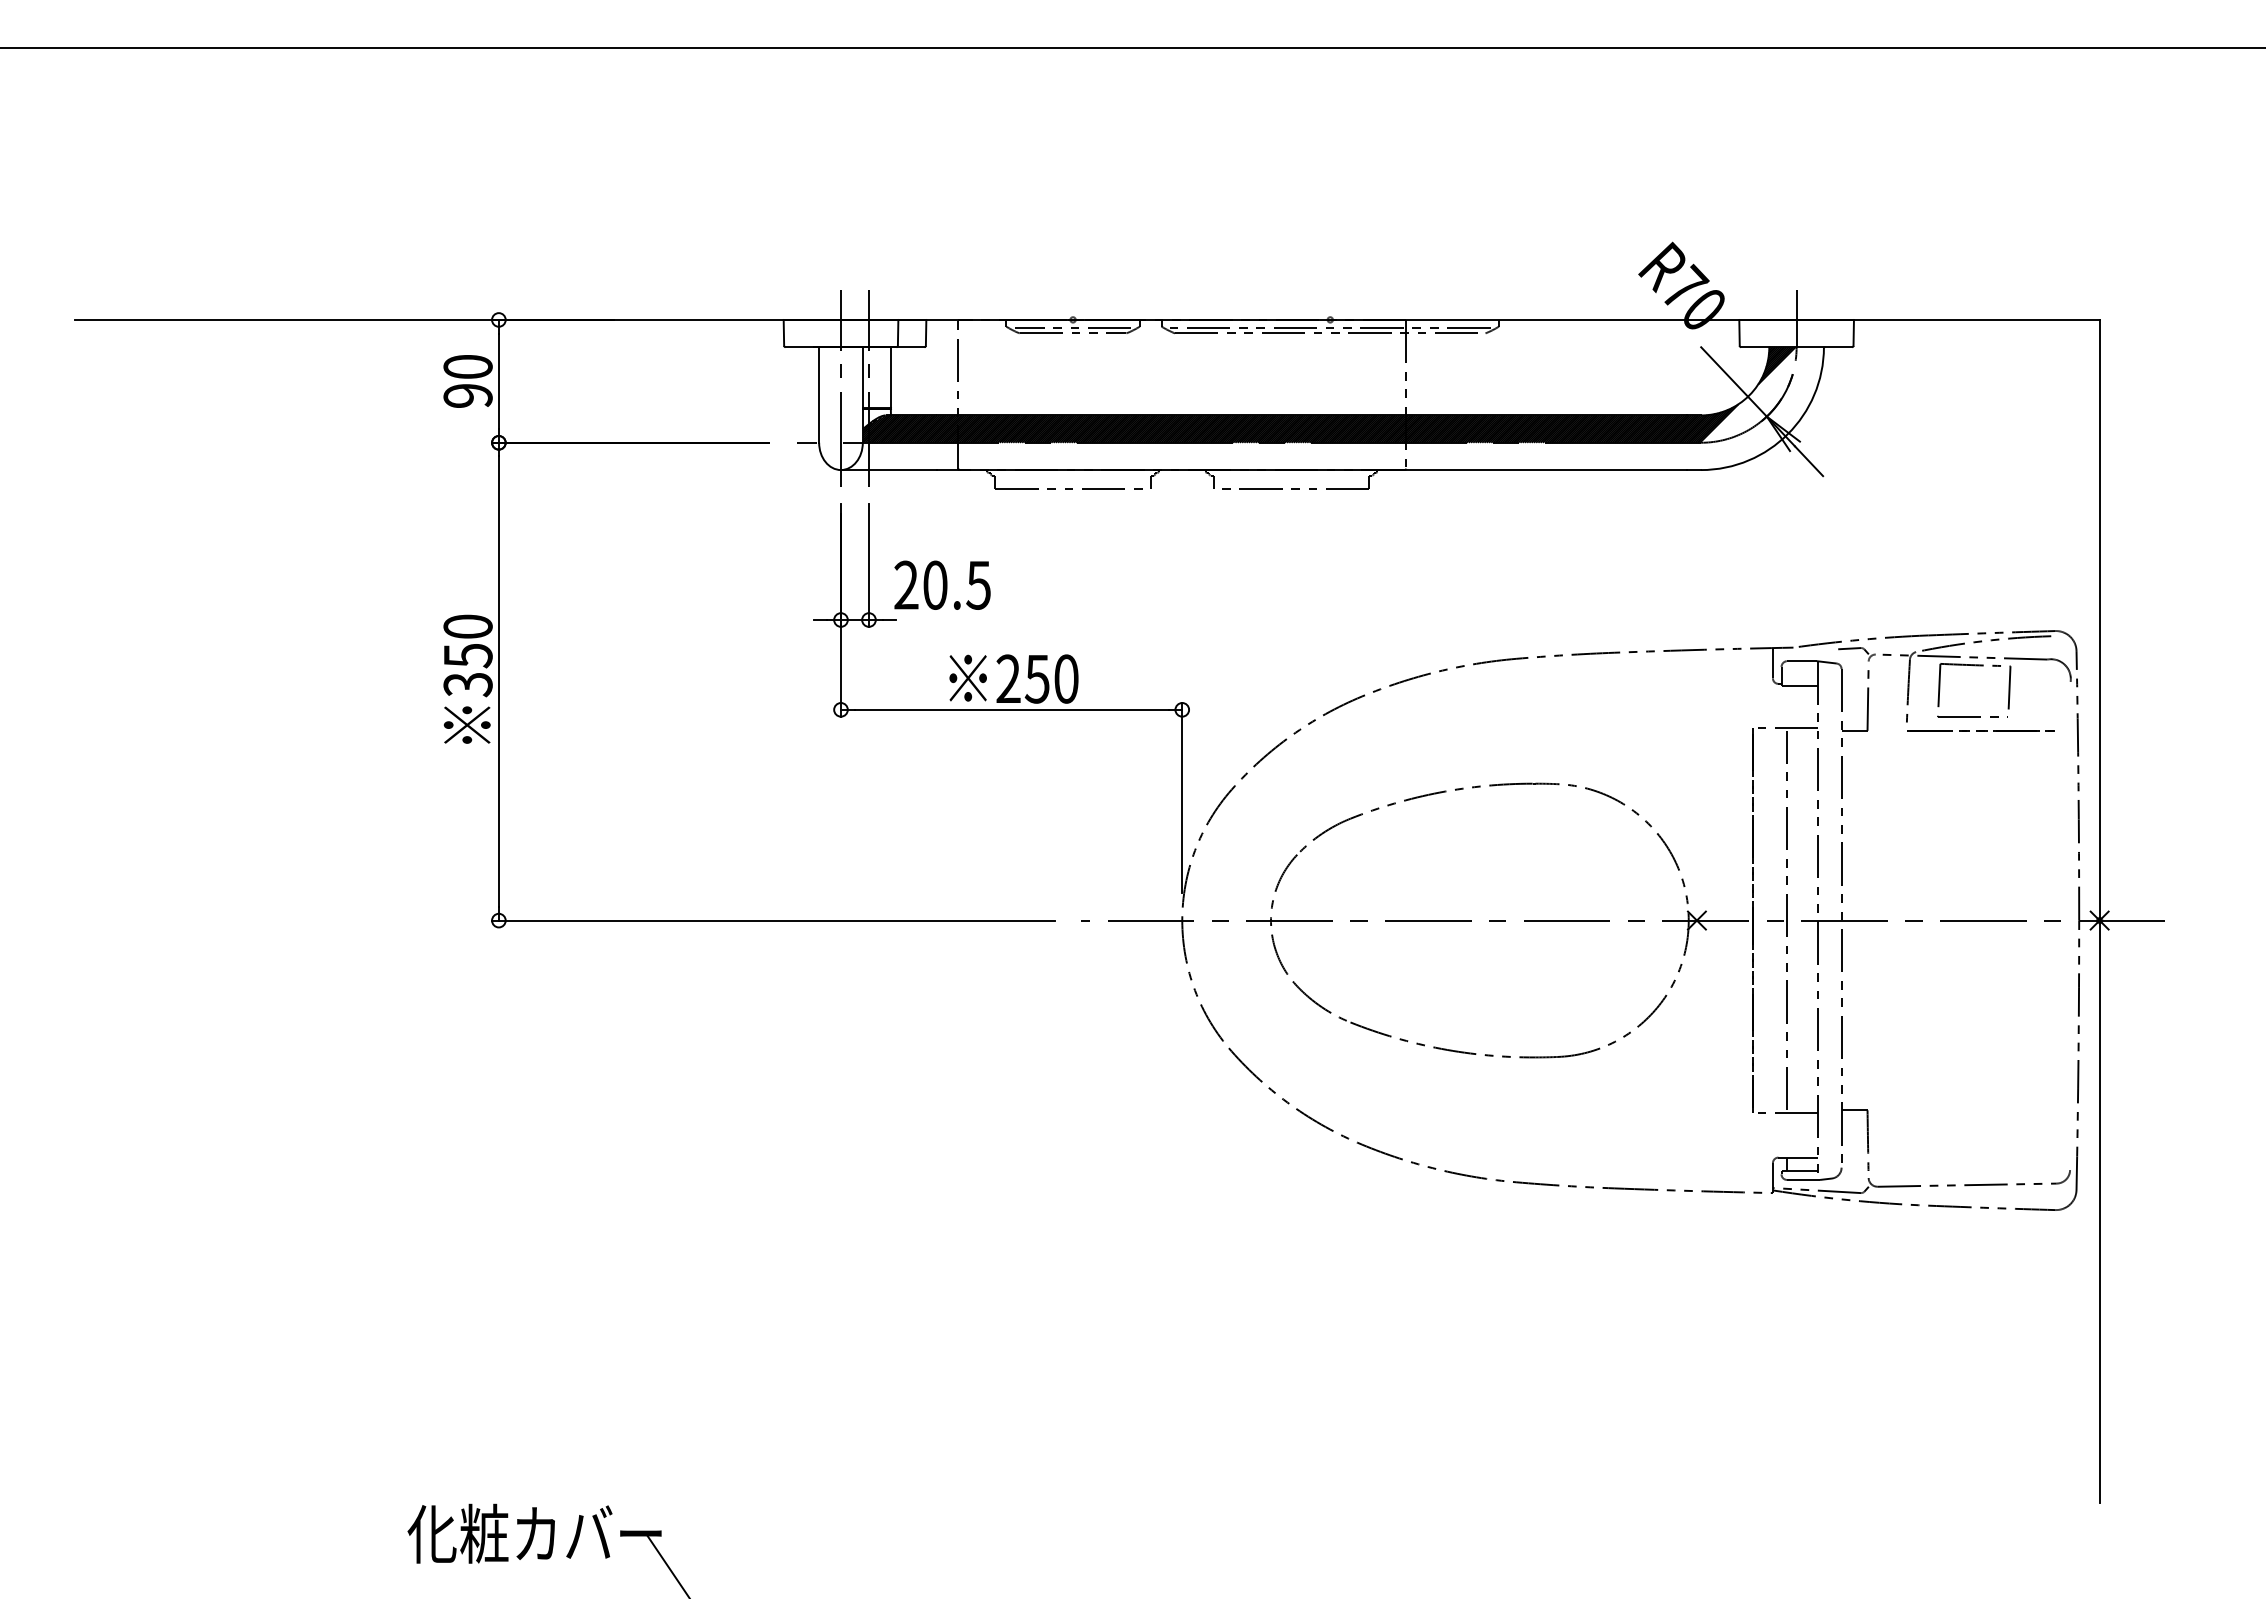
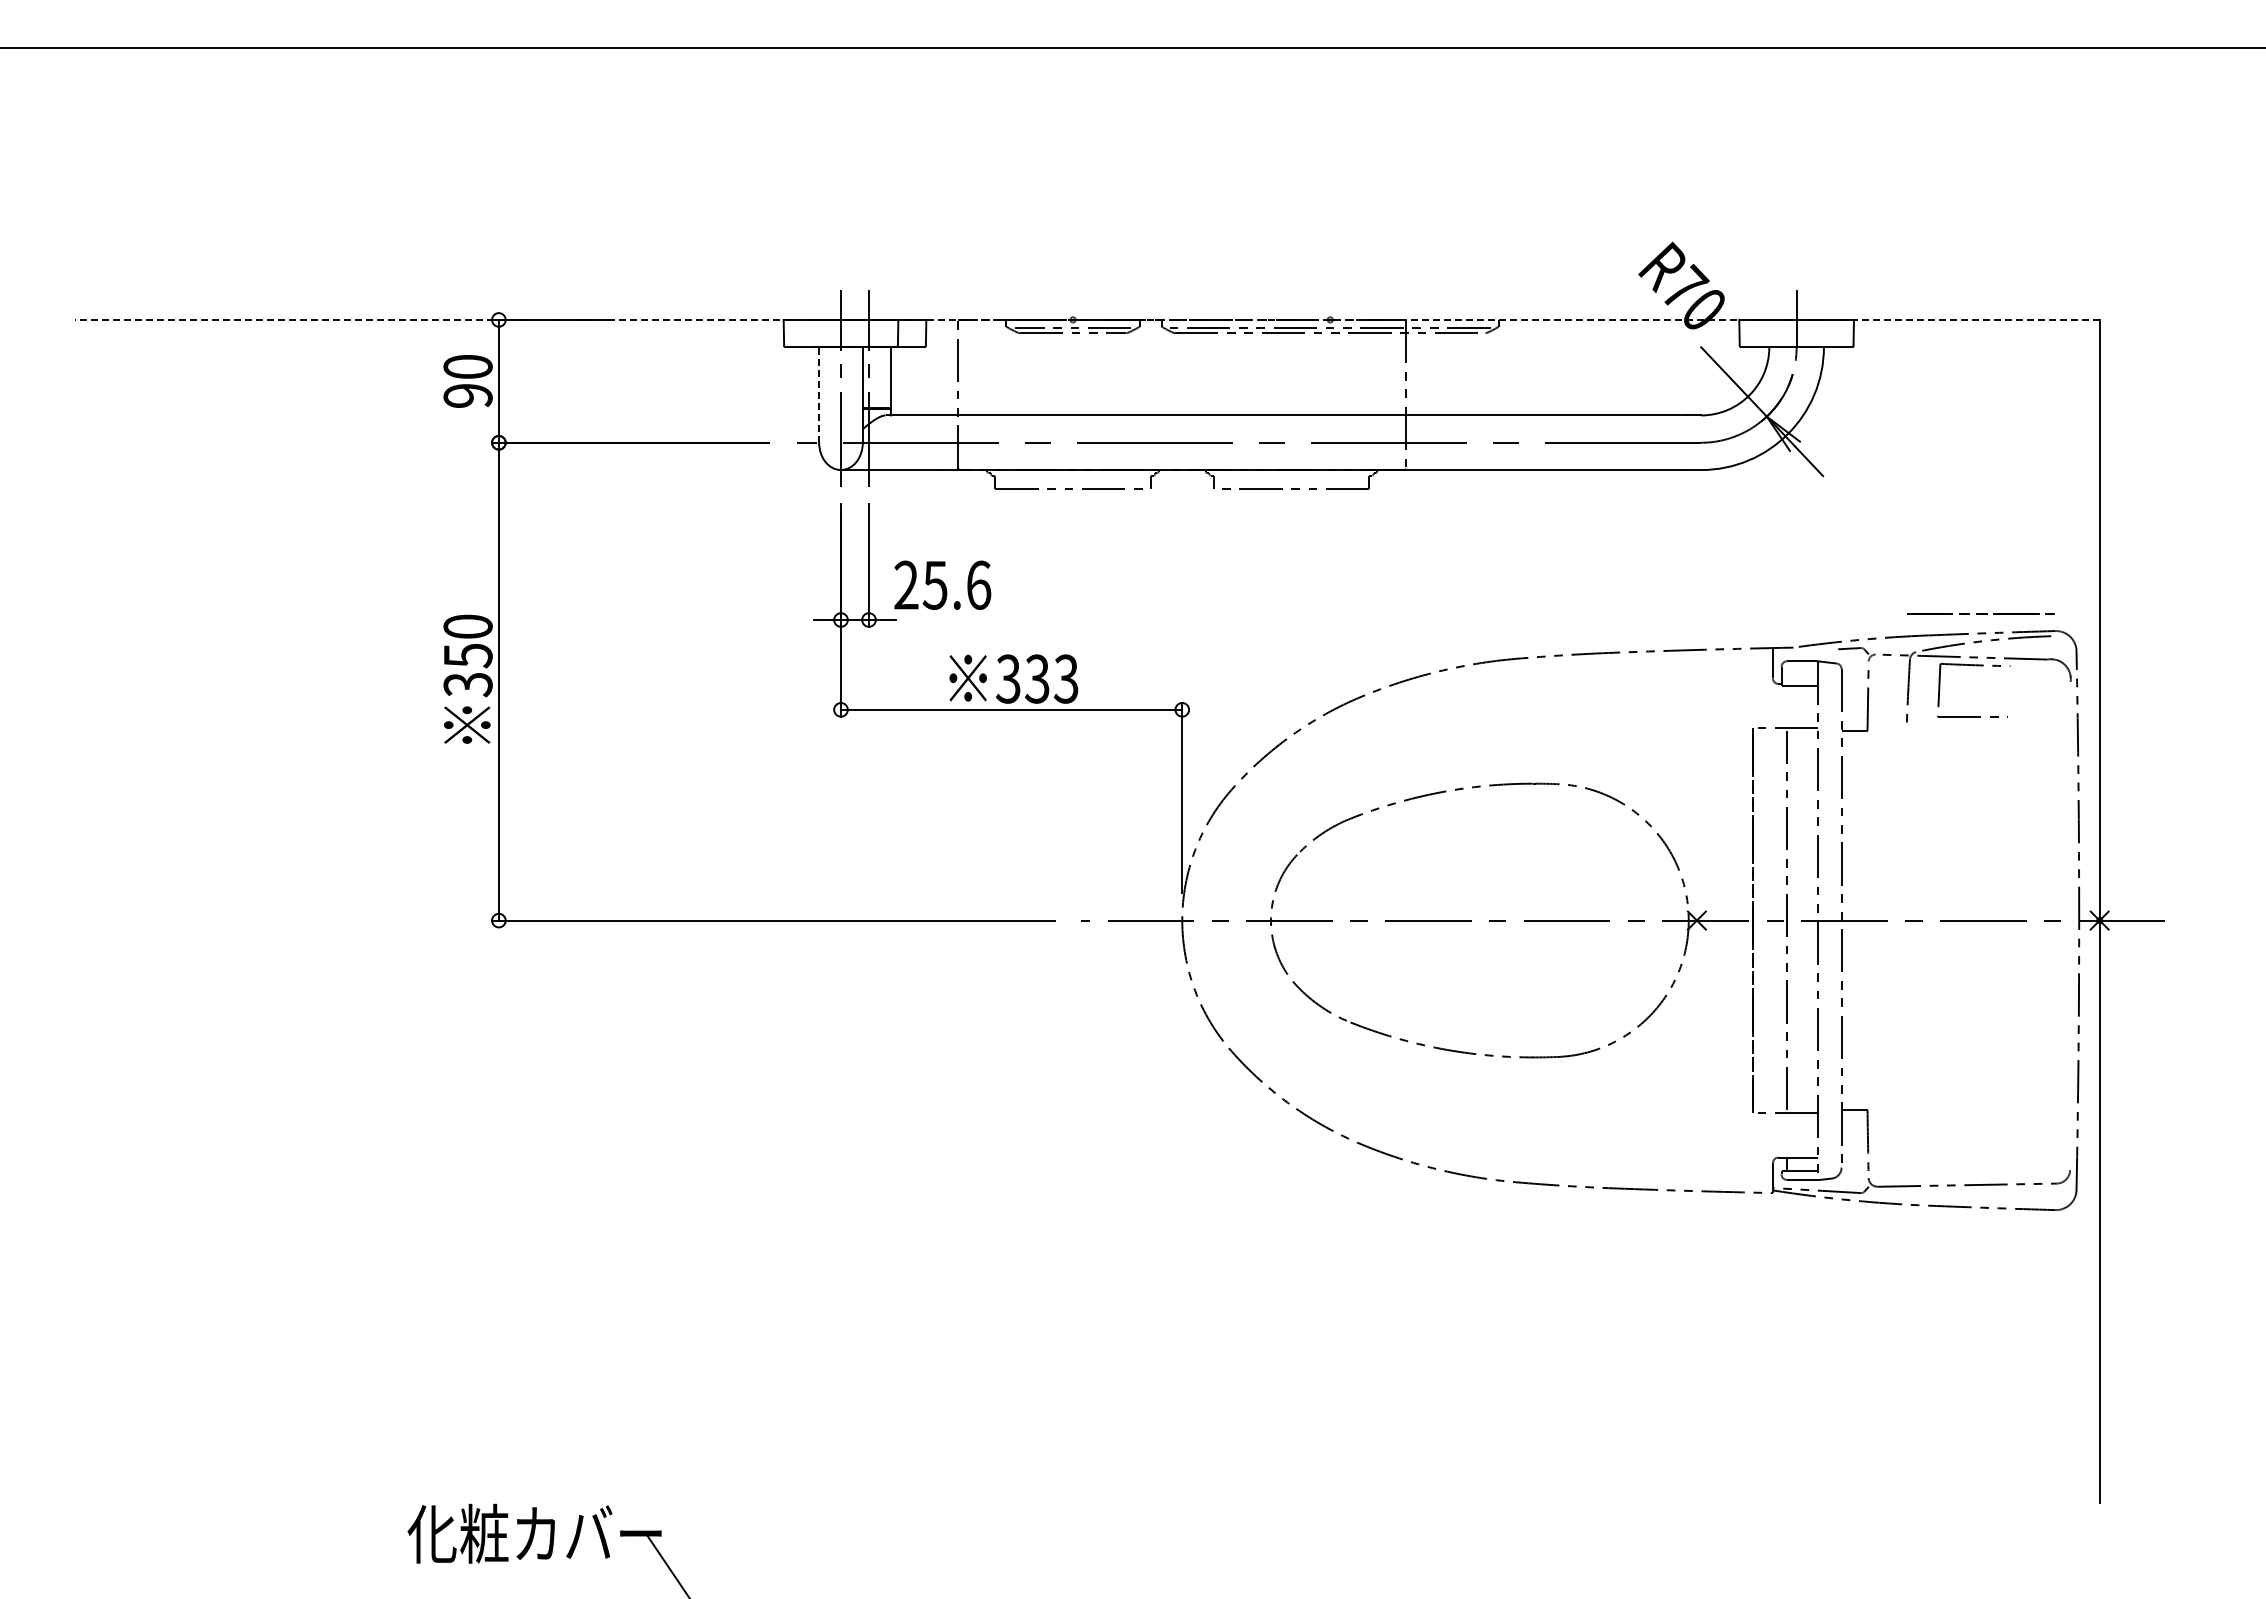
line at (1086, 319): solid -> dashed
line at (819, 394): solid -> dashed
hatch at (1328, 394): present -> none
text at (956, 584): 20.5 -> 25.6
text at (1037, 678): 250 -> 333
line at (2009, 691): present -> none
line at (1980, 730) position: (1980, 730) -> (1980, 613)
